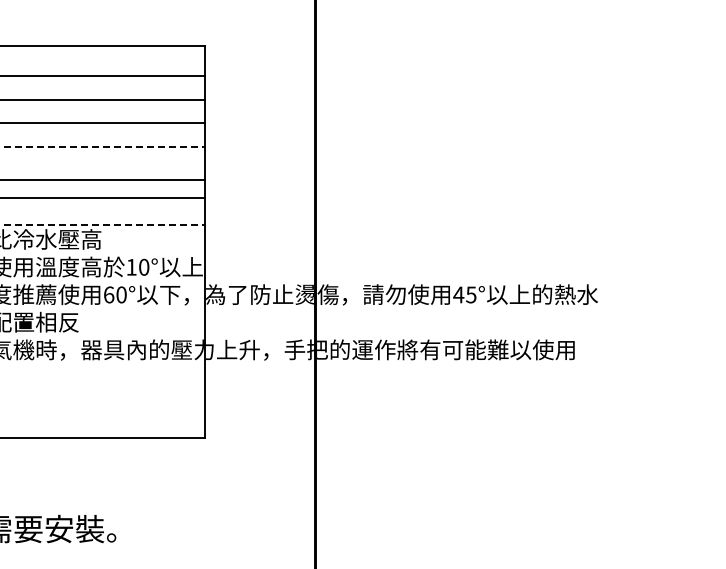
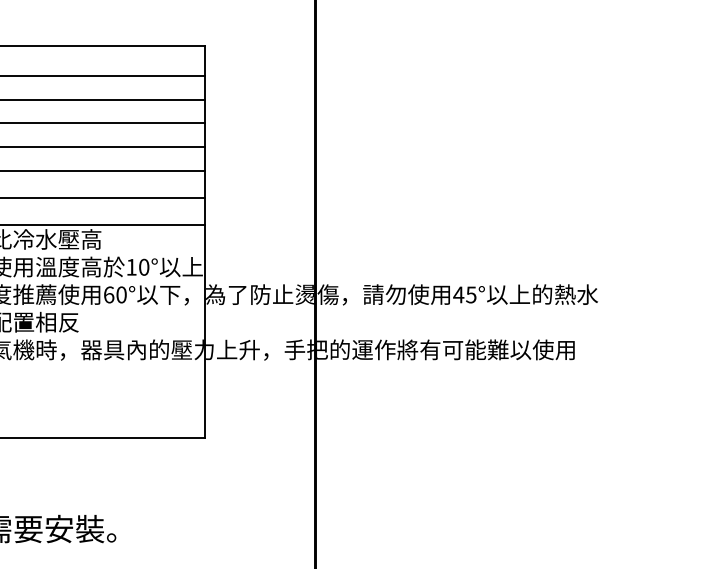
line at (103, 147): dashed -> solid
line at (103, 179) position: (103, 179) -> (103, 170)
line at (103, 224): dashed -> solid
